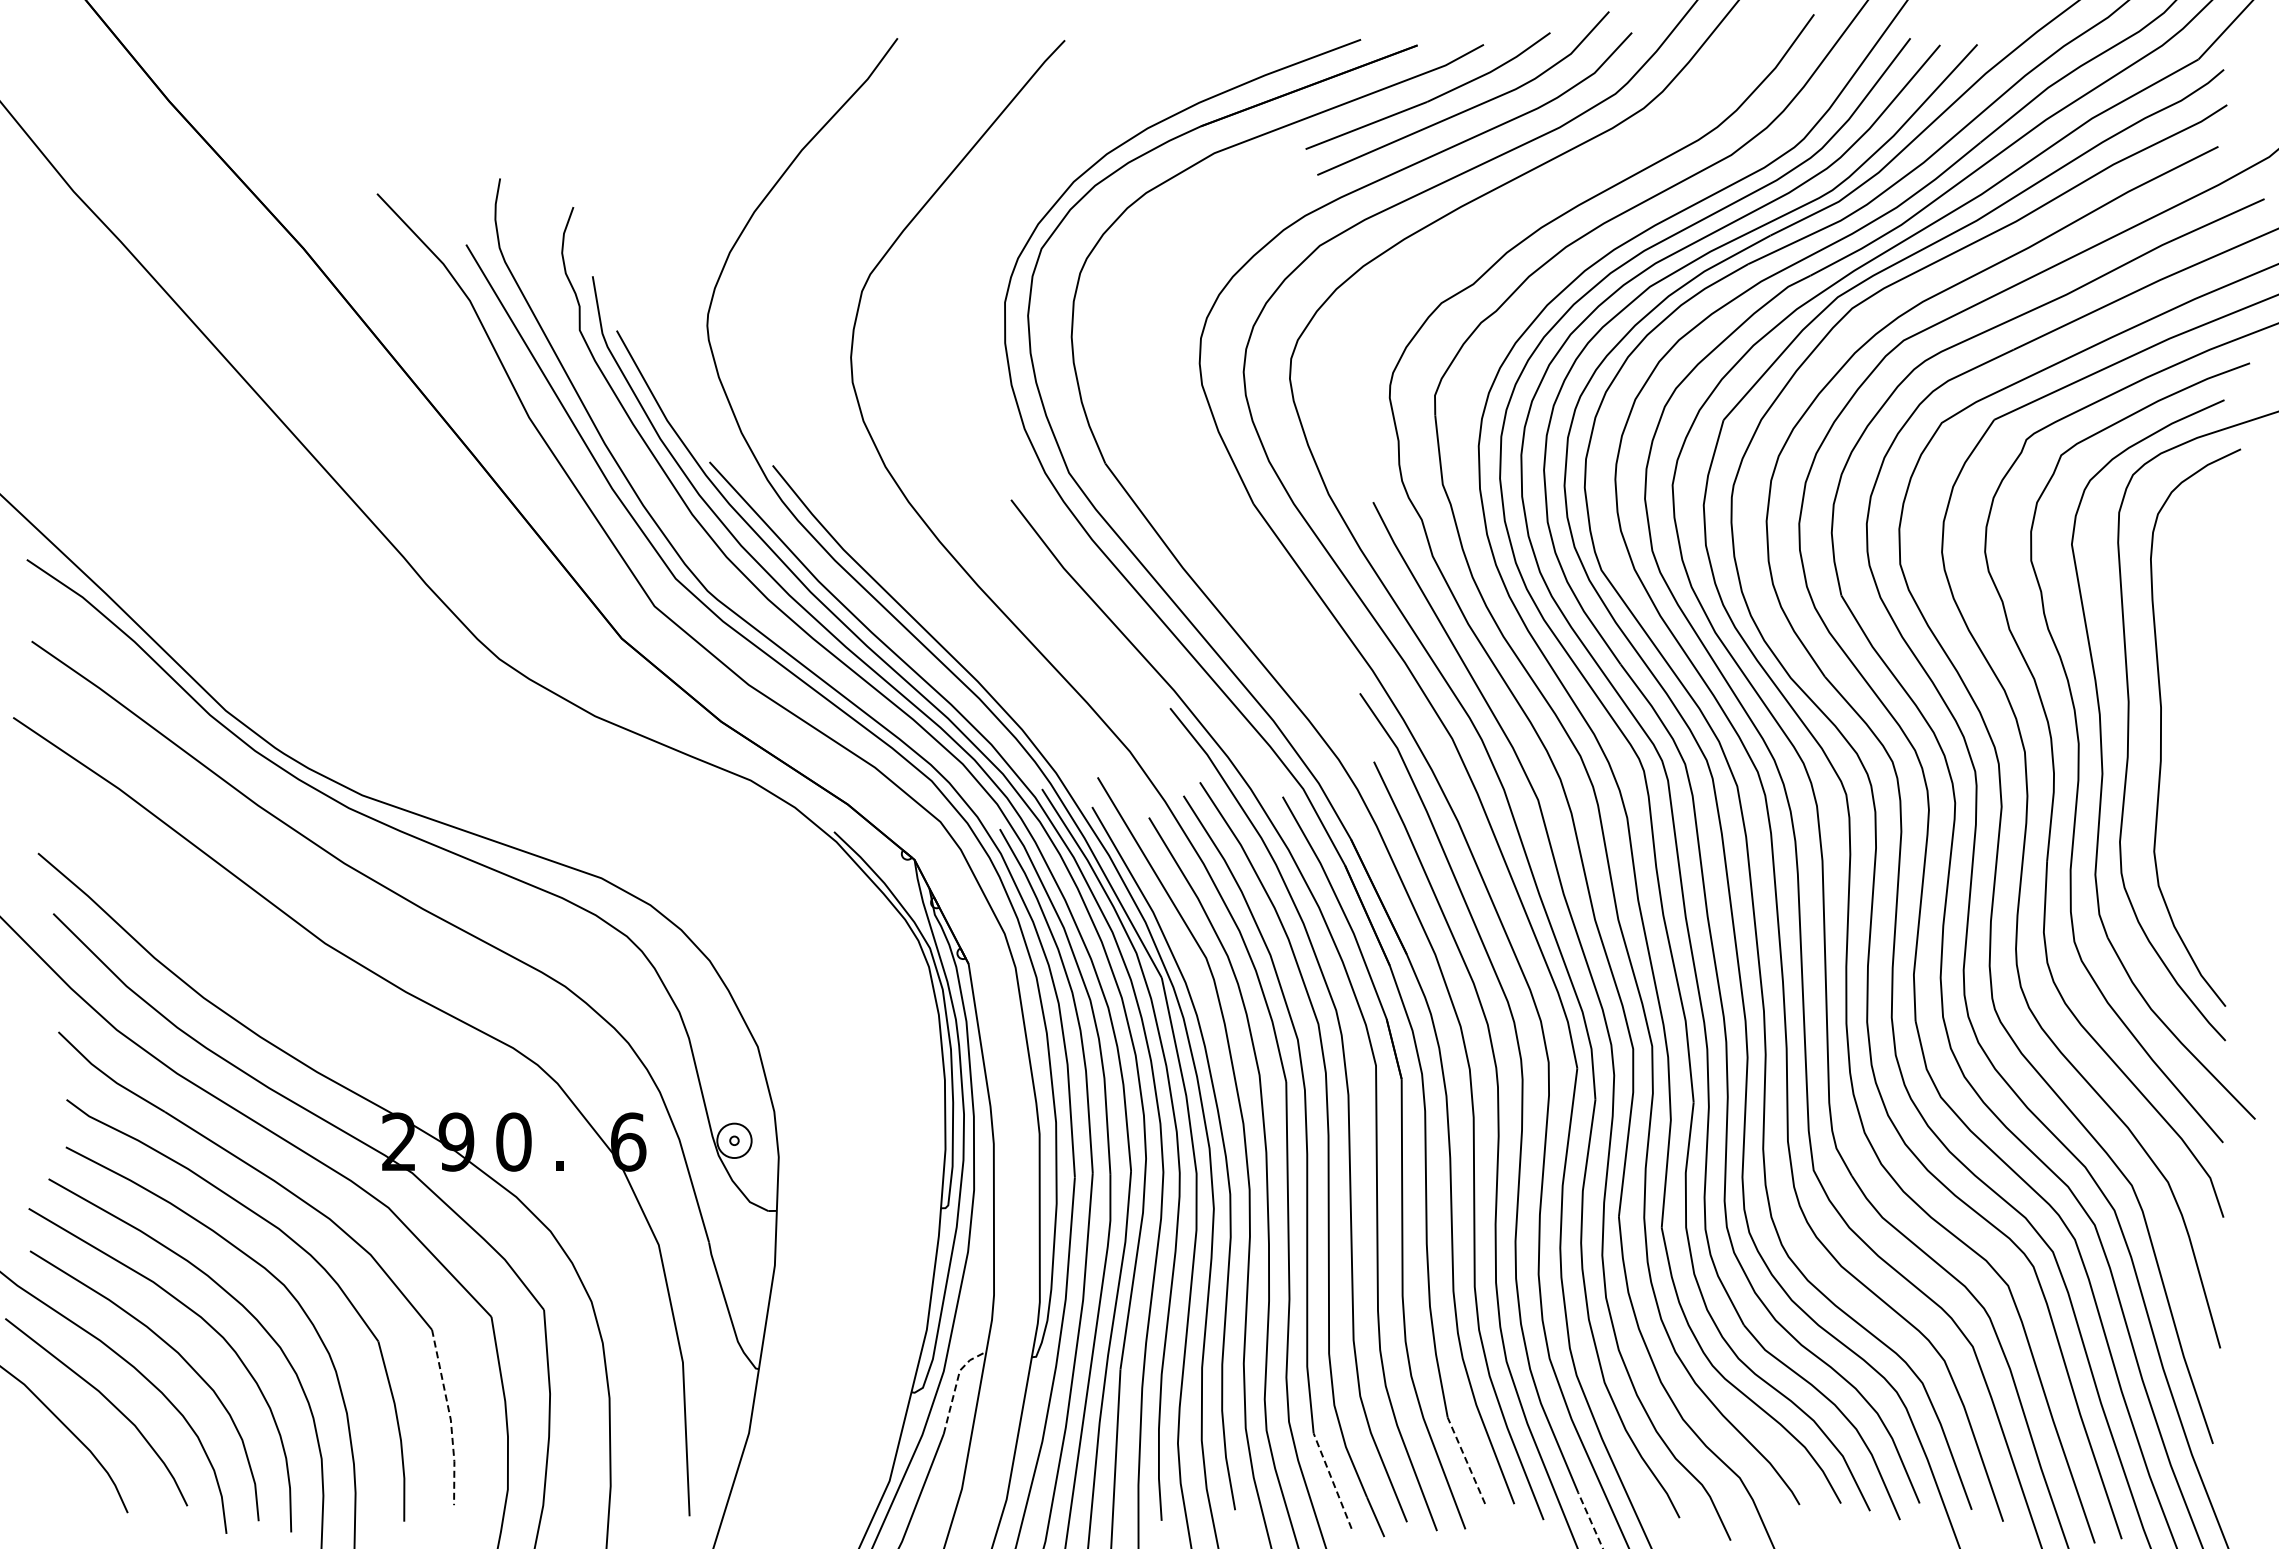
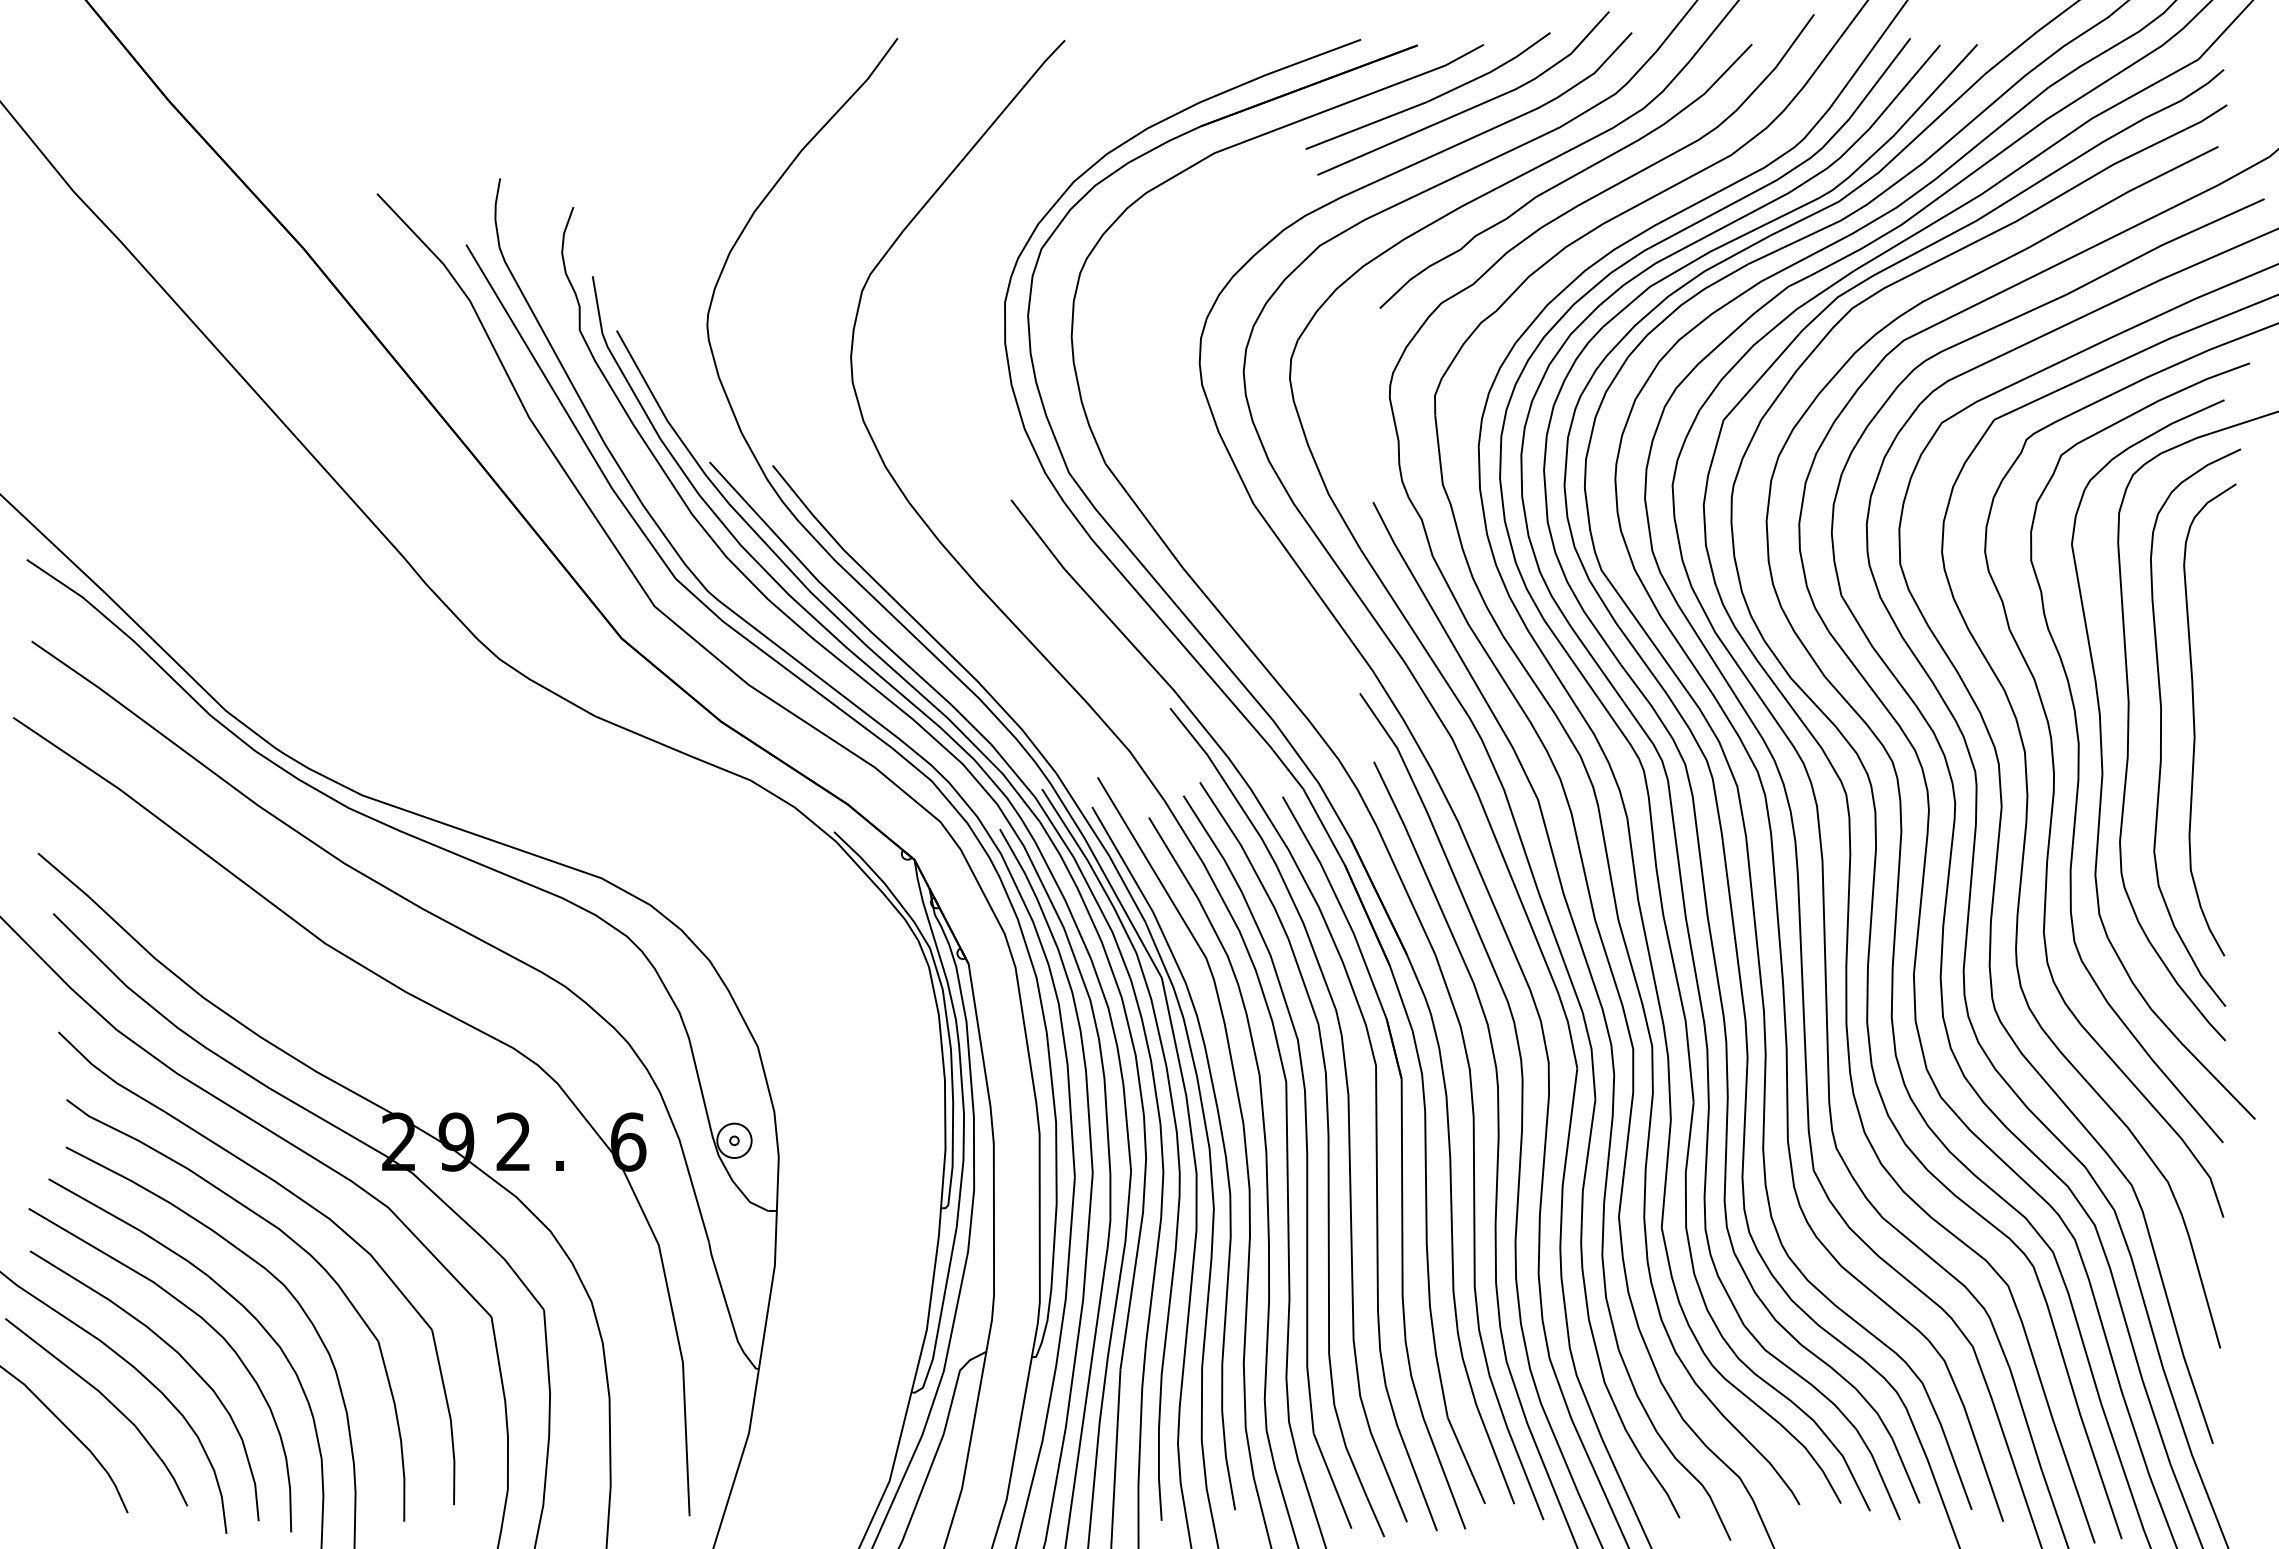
curve at (1568, 177): none -> present
curve at (2194, 719): none -> present
text at (513, 1141): 0 -> 2
line at (956, 1385): dashed -> solid
line at (450, 1418): dashed -> solid
line at (1466, 1460): dashed -> solid
line at (1332, 1480): dashed -> solid
line at (1590, 1519): dashed -> solid
